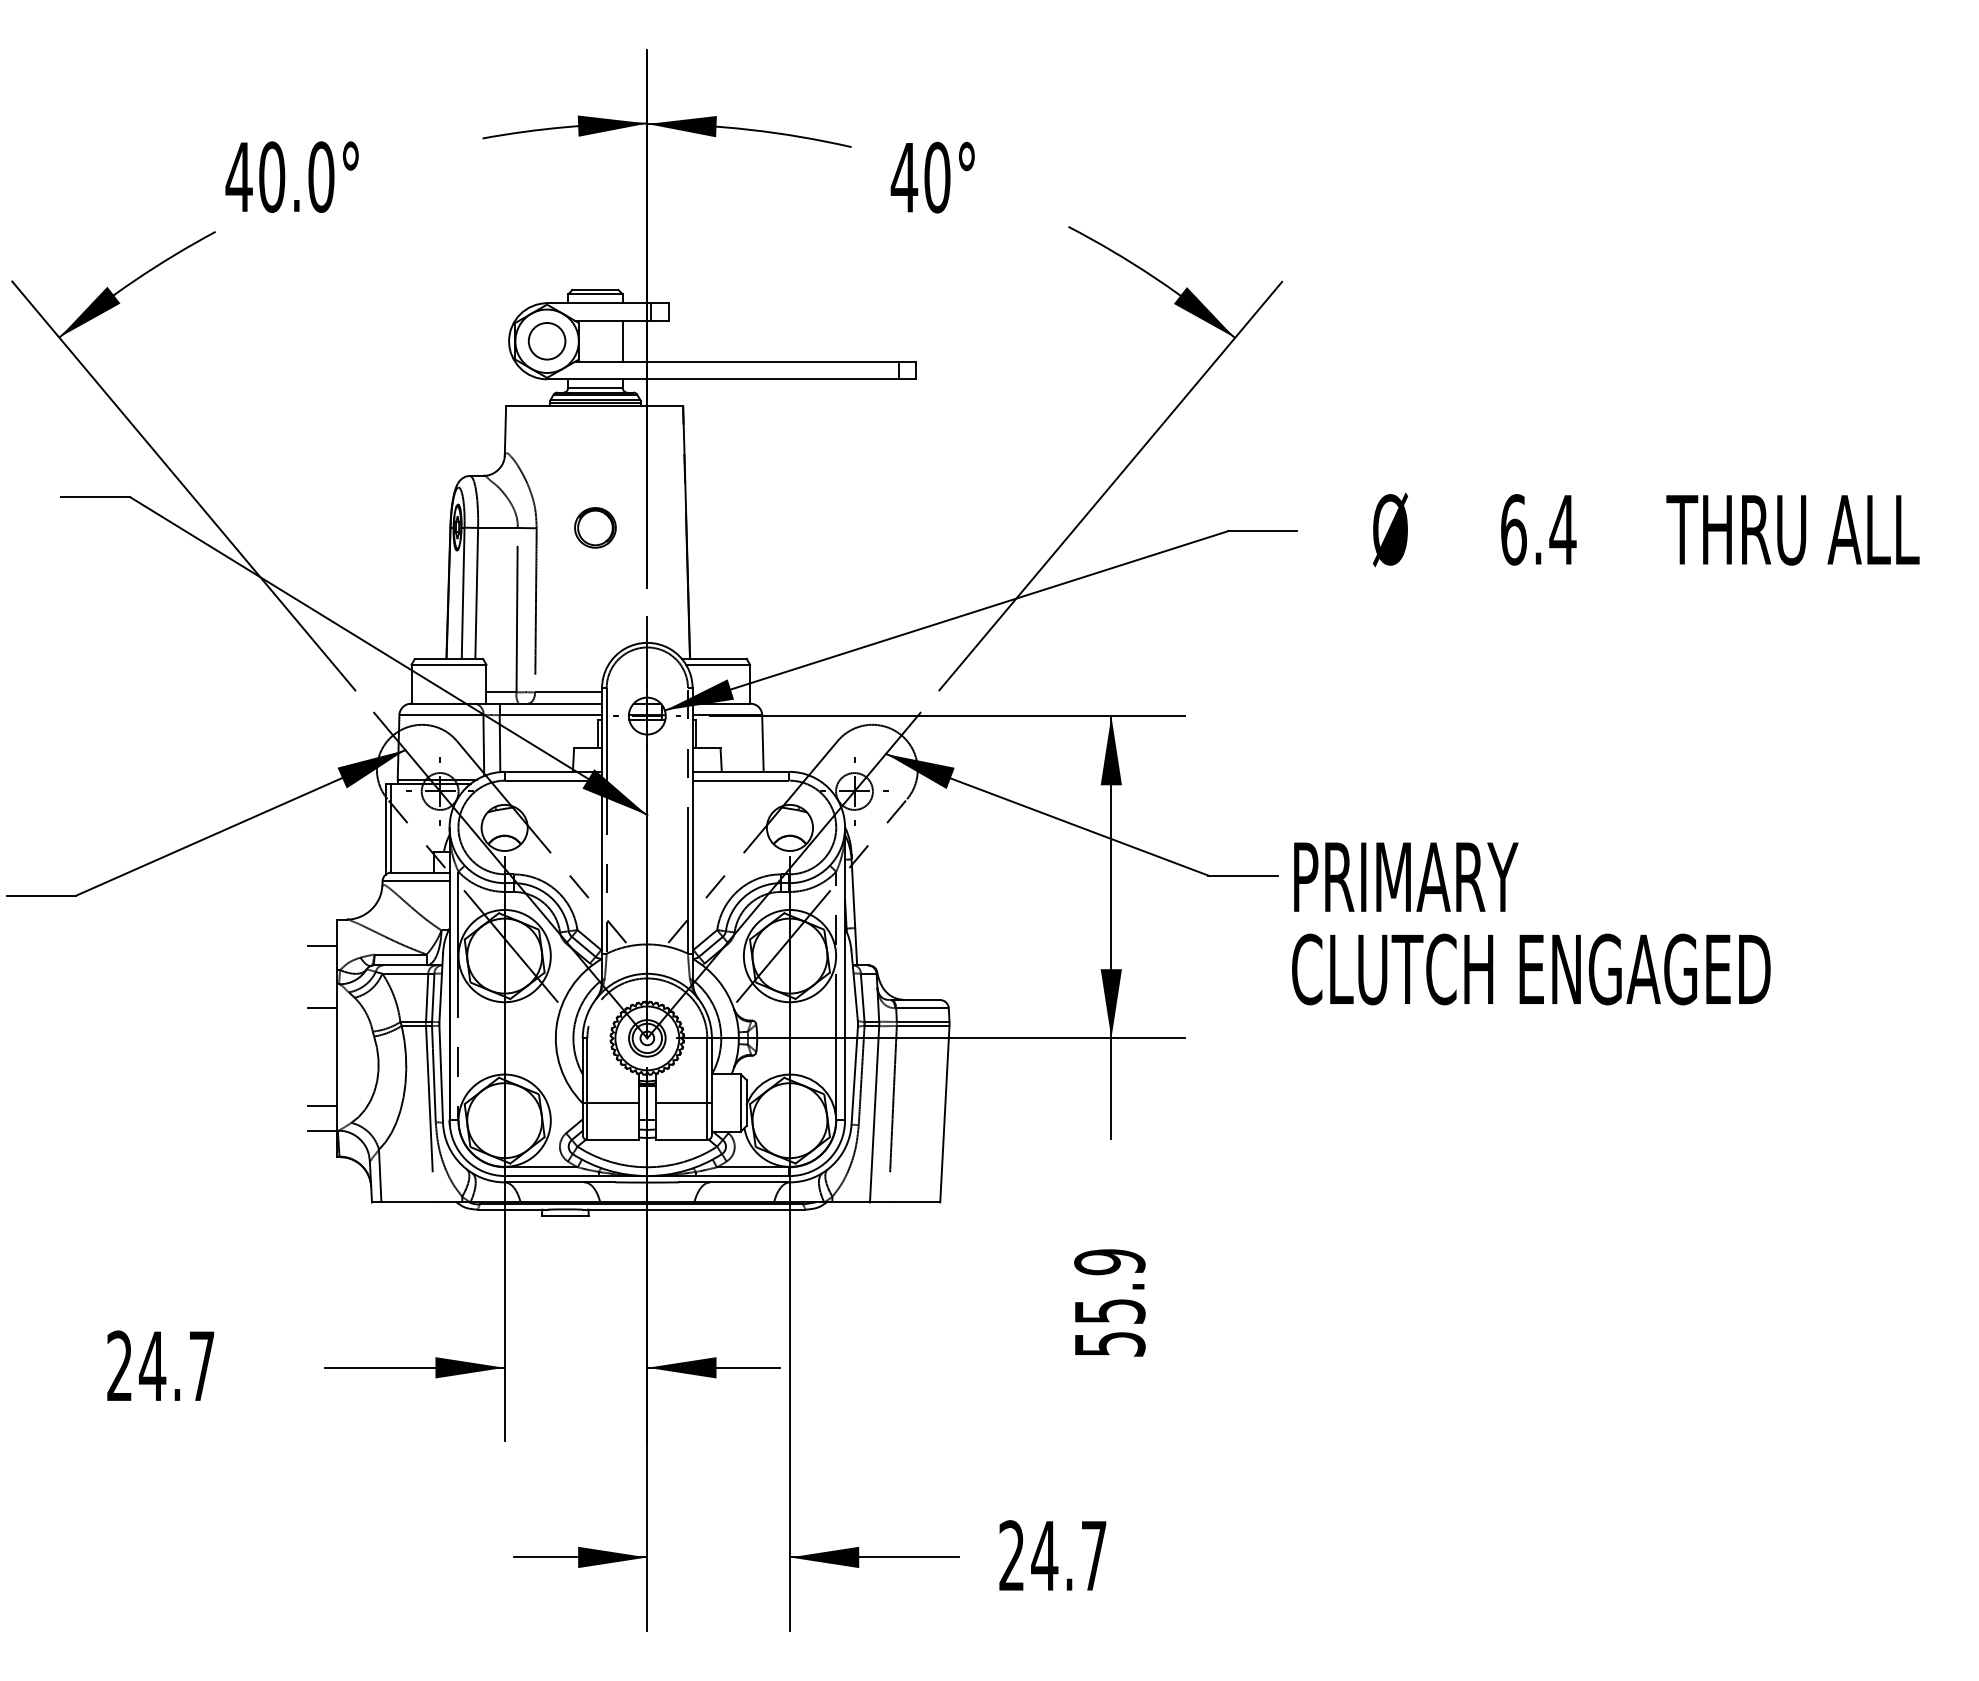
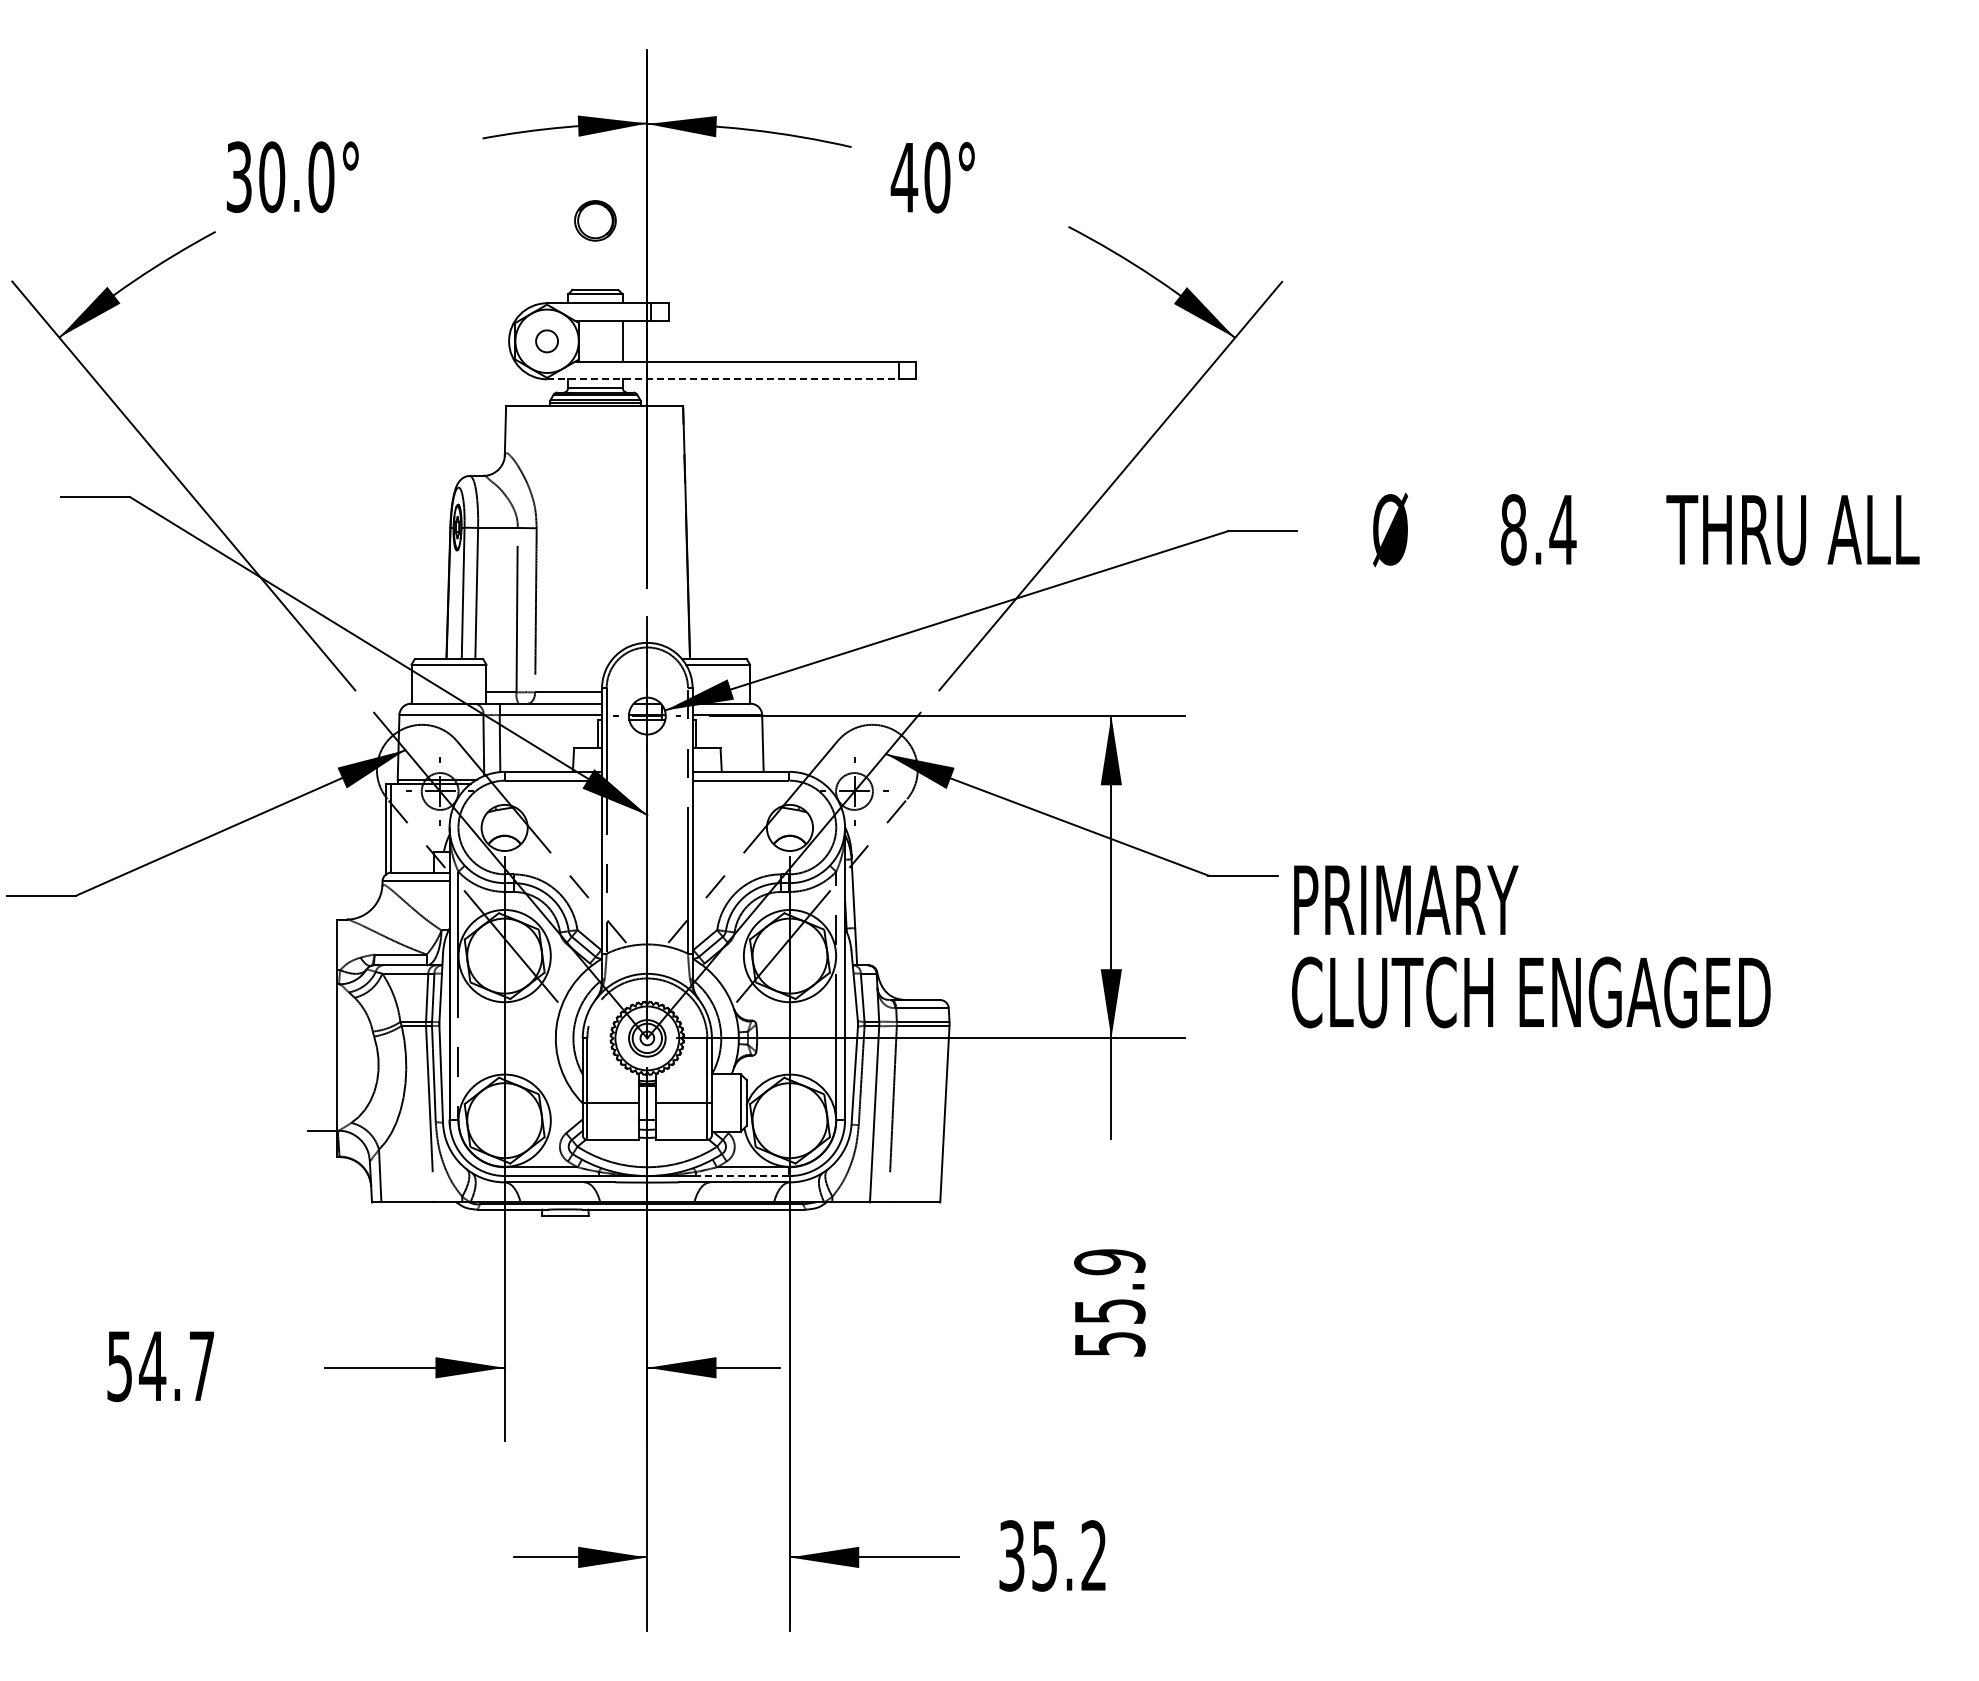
text at (238, 176): 40.0° -> 30.0°
circle at (546, 341) size: 40x39 px -> 24x25 px
line at (722, 379): solid -> dashed
part at (595, 527) position: (595, 527) -> (595, 220)
text at (1513, 529): 6.4 -> 8.4
text at (1531, 923) position: (1531, 923) -> (1531, 946)
line at (322, 946): present -> none
line at (322, 1008): present -> none
line at (322, 1106): present -> none
line at (742, 1176): solid -> dashed
text at (119, 1366): 24.7 -> 54.7
text at (1052, 1555): 24.7 -> 35.2
